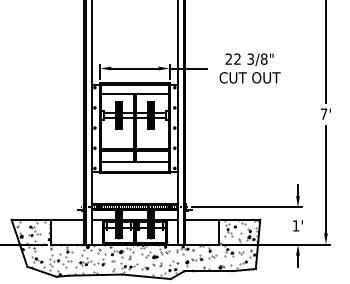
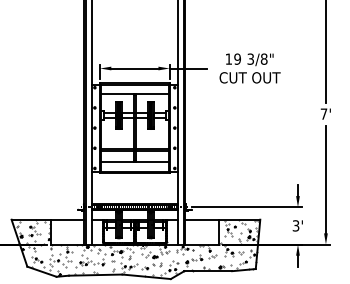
text at (232, 58): 22 -> 19
text at (295, 225): 1' -> 3'
